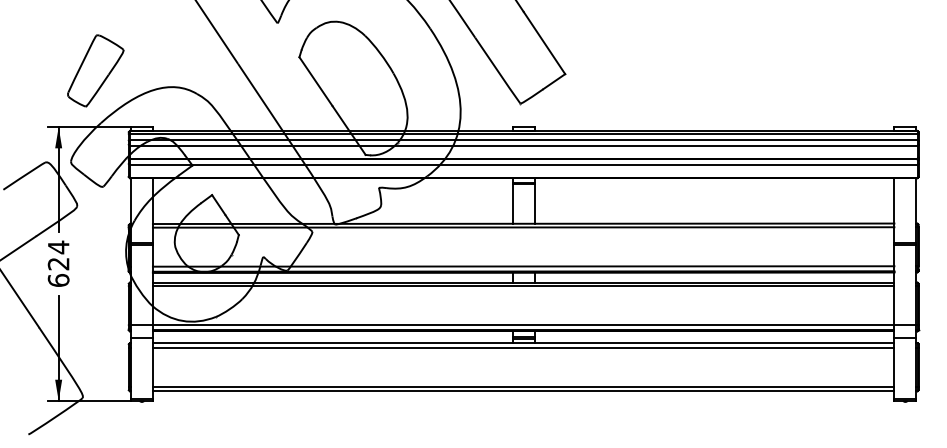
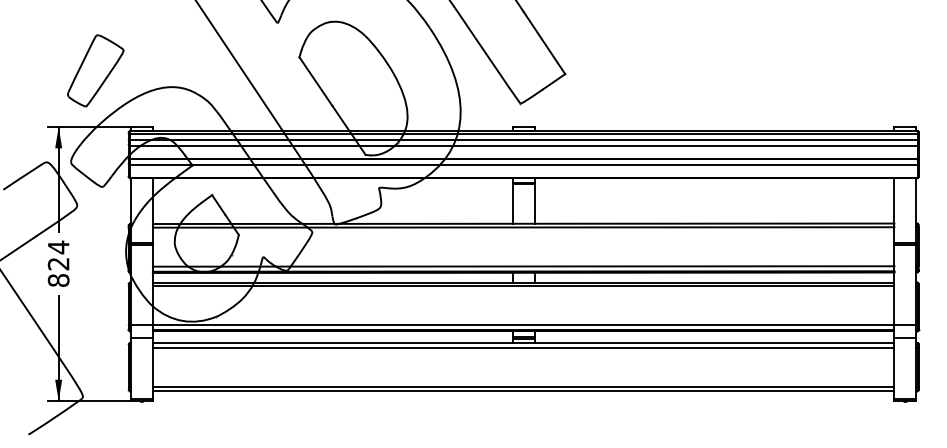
text at (58, 279): 624 -> 824
